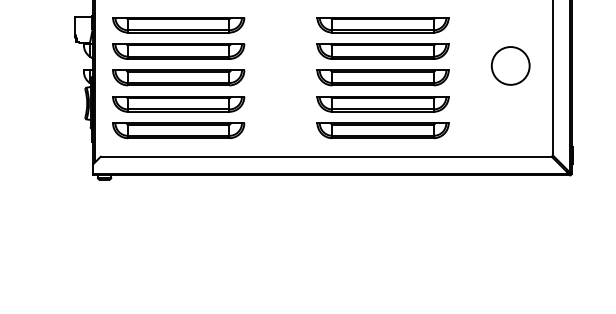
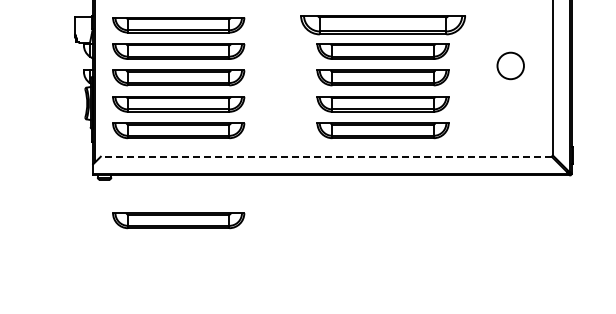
part at (382, 25) size: 134x17 px -> 166x21 px
circle at (510, 65) diameter: 38 px -> 26 px
line at (325, 156): solid -> dashed
part at (178, 220): none -> present
